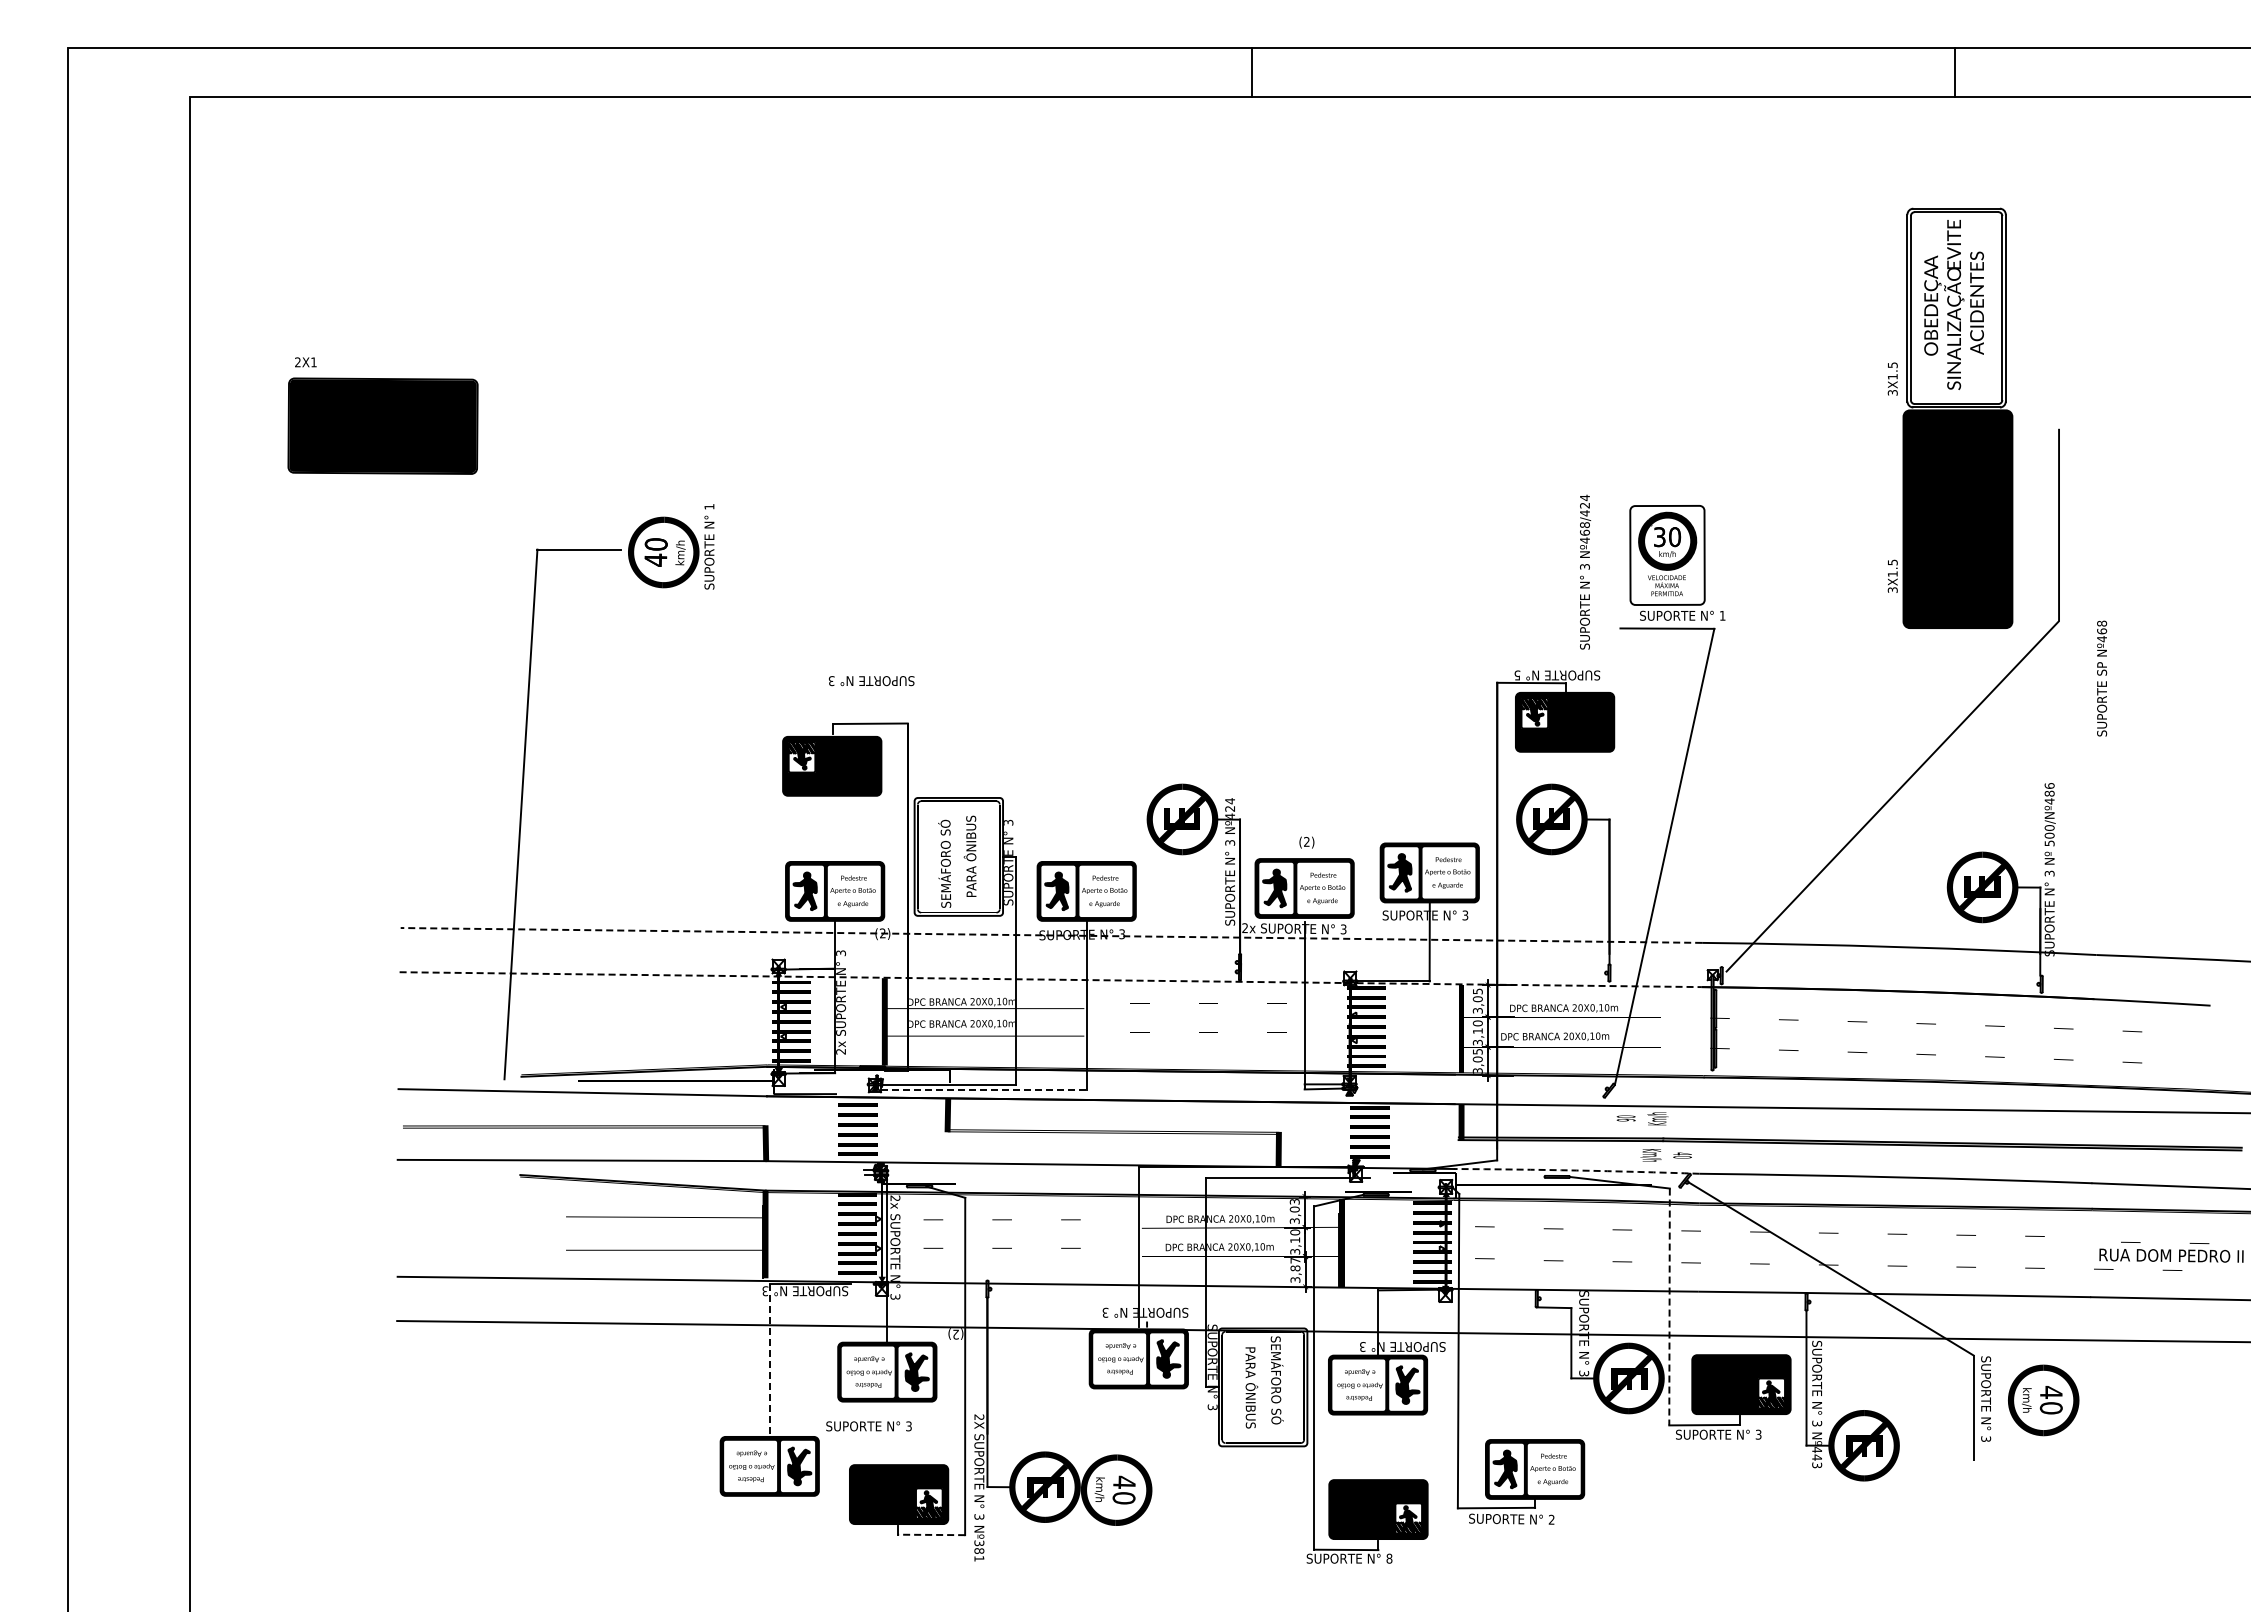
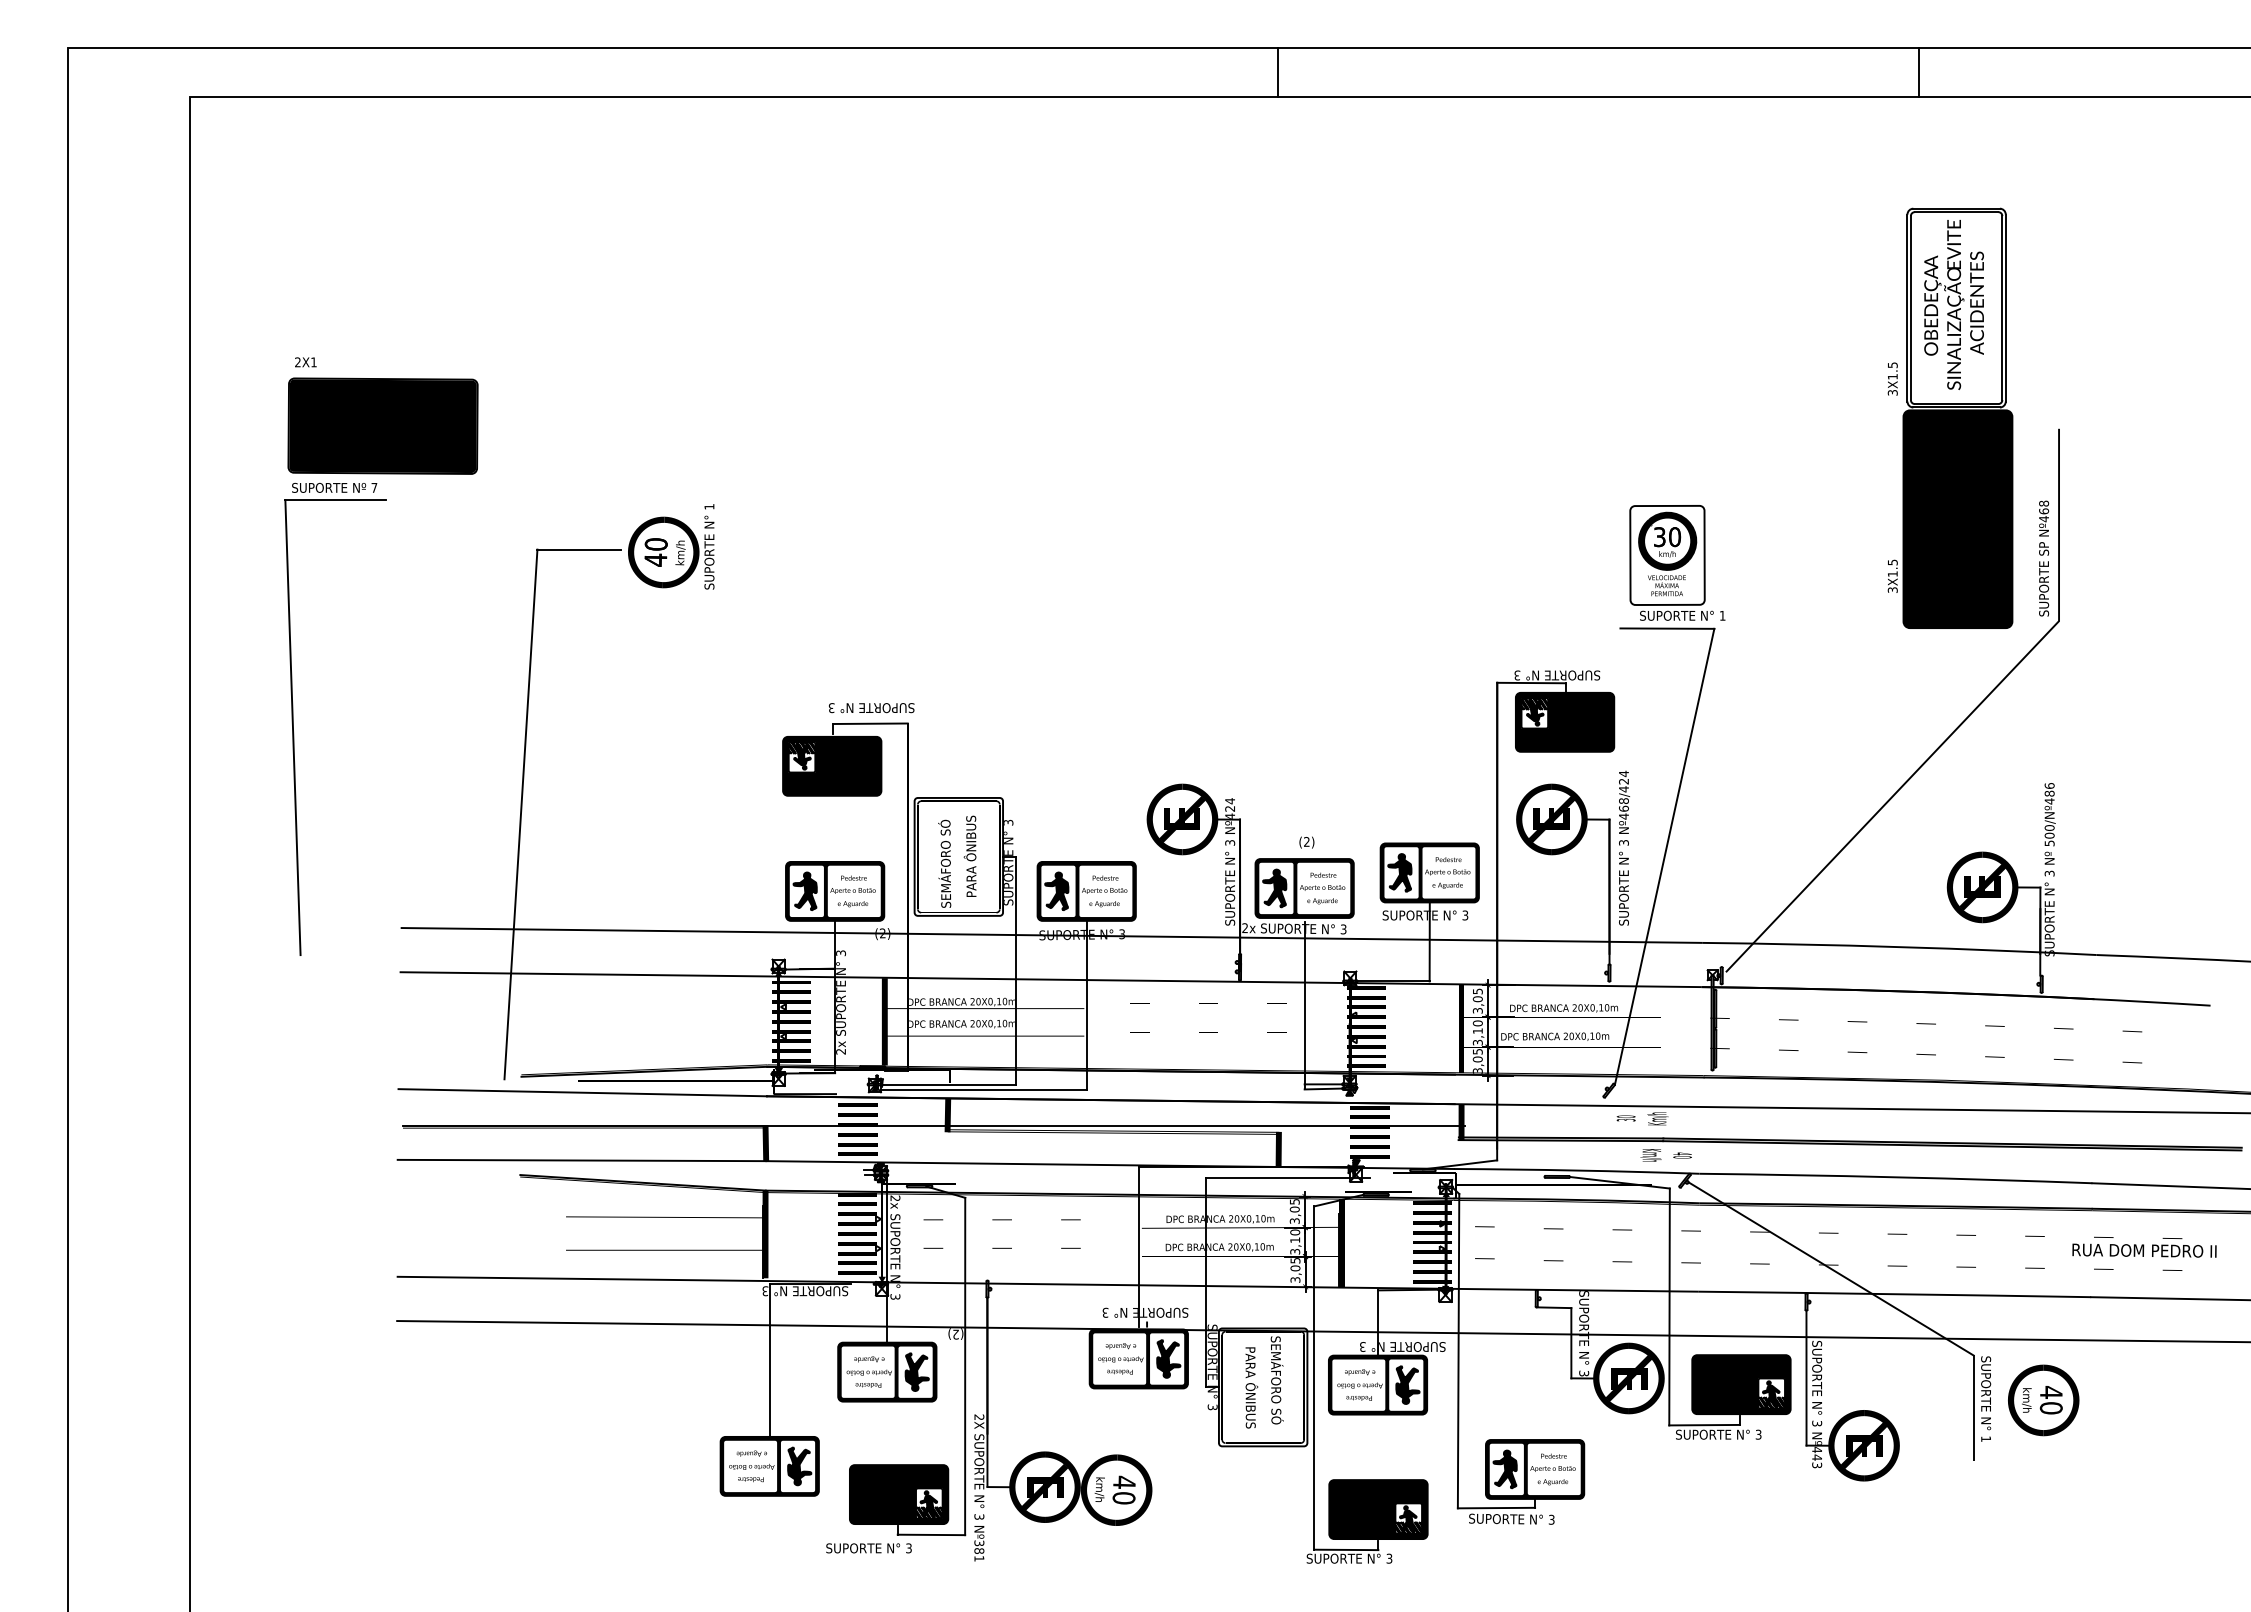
line at (1251, 72) position: (1251, 72) -> (1277, 72)
line at (1955, 72) position: (1955, 72) -> (1919, 72)
text at (1585, 571) position: (1585, 571) -> (1624, 847)
text at (1516, 675): 5 -> 3
text at (2102, 678) position: (2102, 678) -> (2044, 558)
text at (871, 681) position: (871, 681) -> (871, 708)
part at (293, 718): none -> present
line at (1051, 935): dashed -> solid
line at (1051, 979): dashed -> solid
line at (983, 1089): dashed -> solid
text at (1625, 1119): 90 -> 30
line at (933, 1125): none -> present
arc at (1576, 1170): dashed -> solid
text at (1293, 1201): 3,03 -> 3,05
text at (2171, 1251) position: (2171, 1251) -> (2144, 1246)
text at (1295, 1264): 3,87 -> 3,05
line at (1669, 1307): dashed -> solid
line at (769, 1360): dashed -> solid
text at (868, 1426) position: (868, 1426) -> (868, 1548)
text at (1986, 1438): 3 -> 1
text at (1551, 1519): 2 -> 3
line at (931, 1534): dashed -> solid
text at (1389, 1558): 8 -> 3
